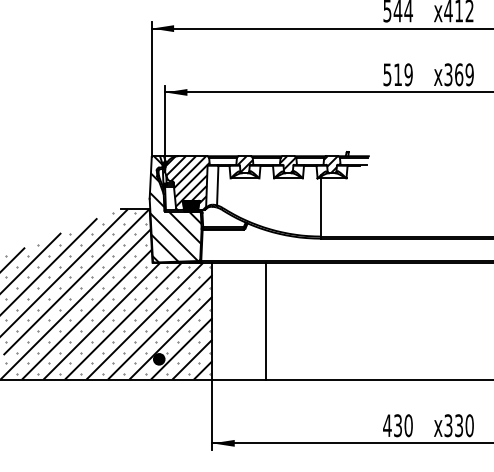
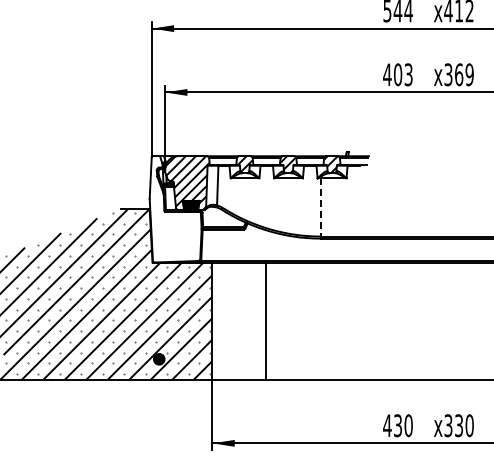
text at (397, 74): 519 -> 403
line at (321, 207): solid -> dashed
hatch at (175, 209): present -> none
